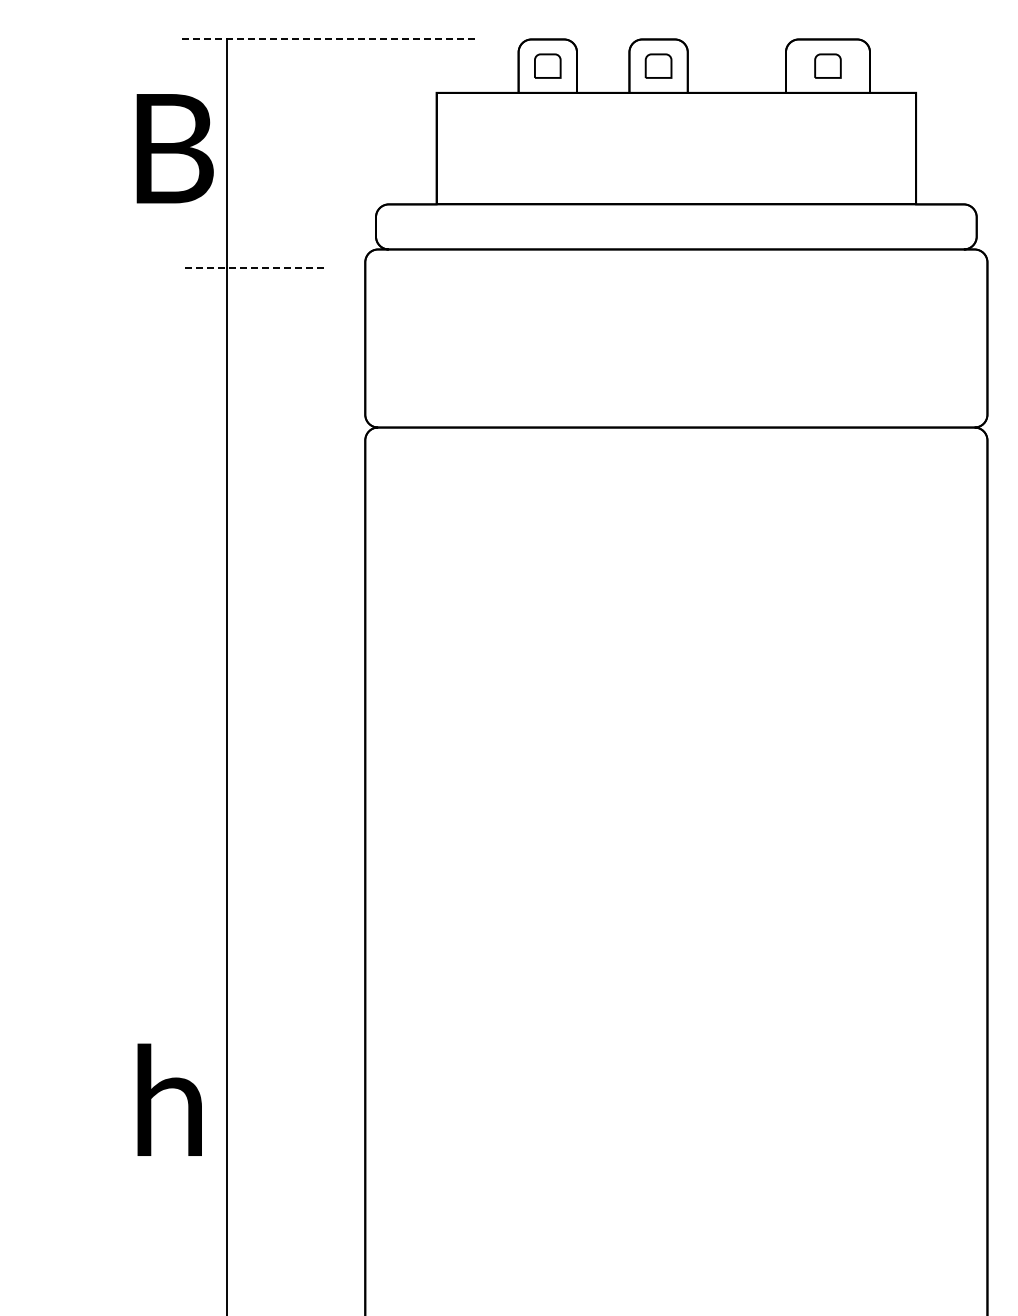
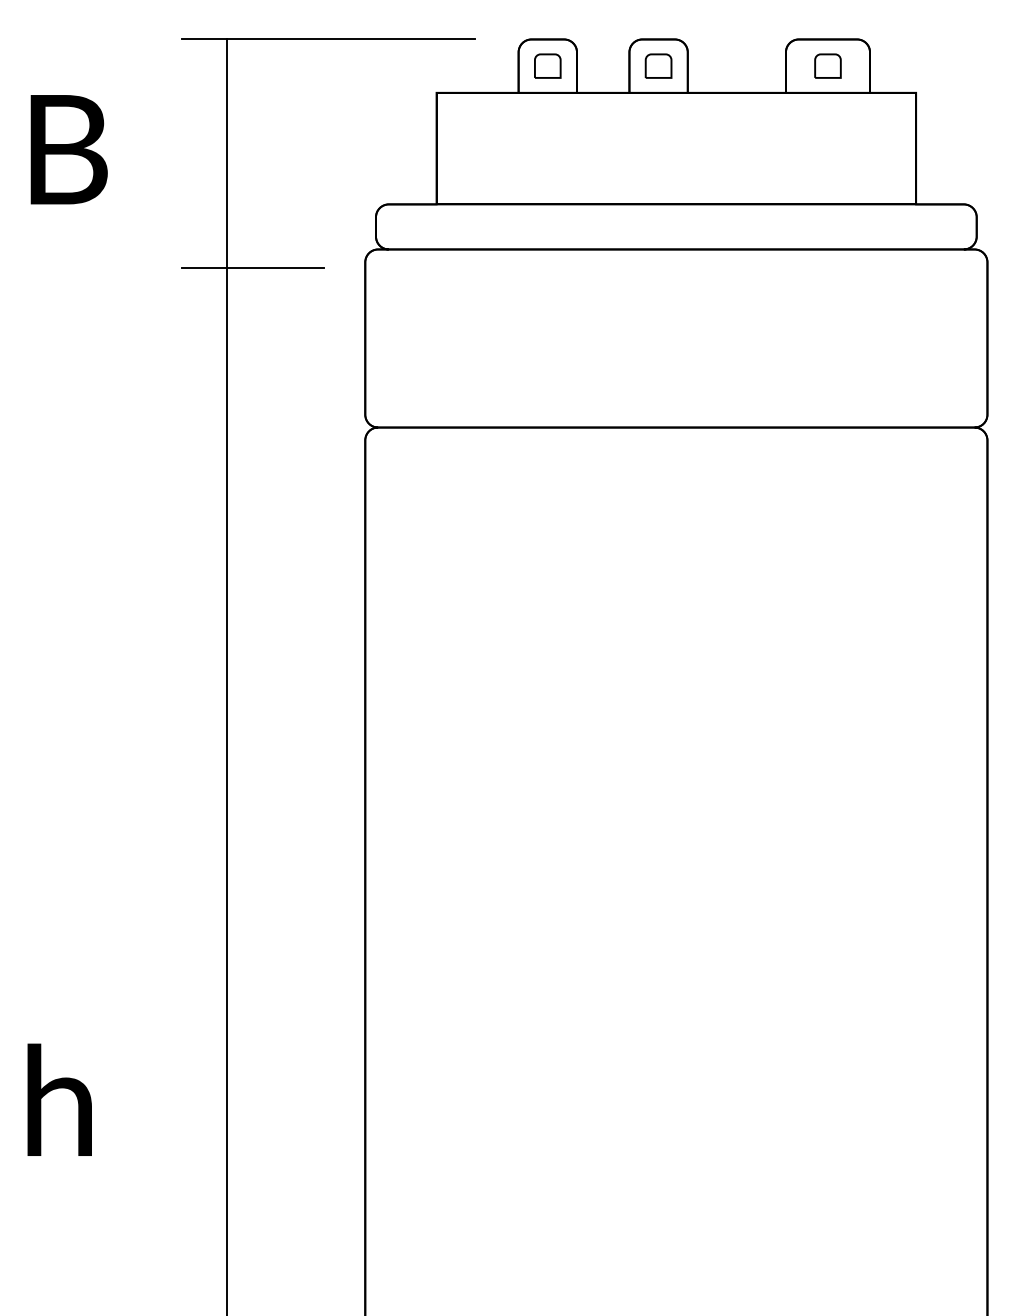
line at (328, 39): dashed -> solid
text at (174, 148) position: (174, 148) -> (68, 149)
line at (252, 267): dashed -> solid
text at (169, 1099) position: (169, 1099) -> (59, 1099)
